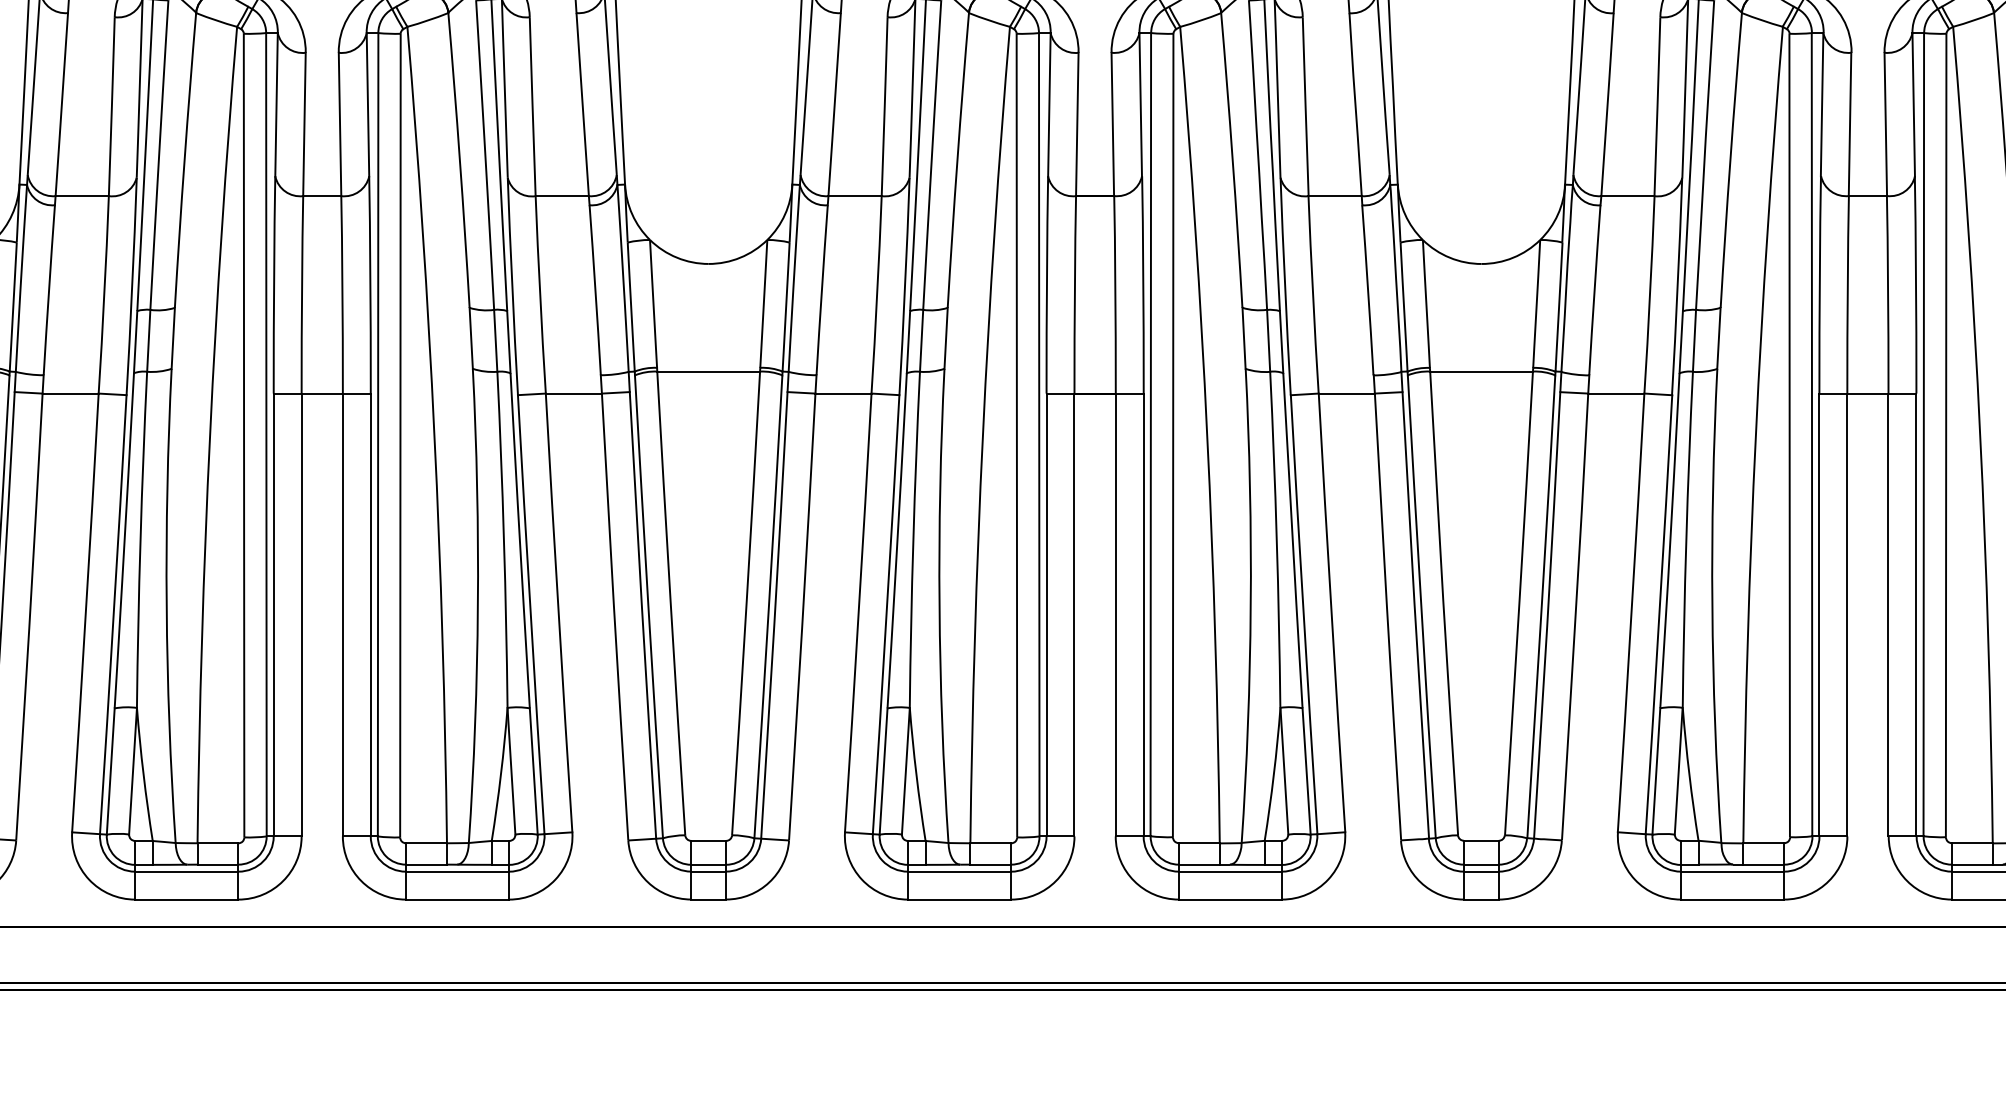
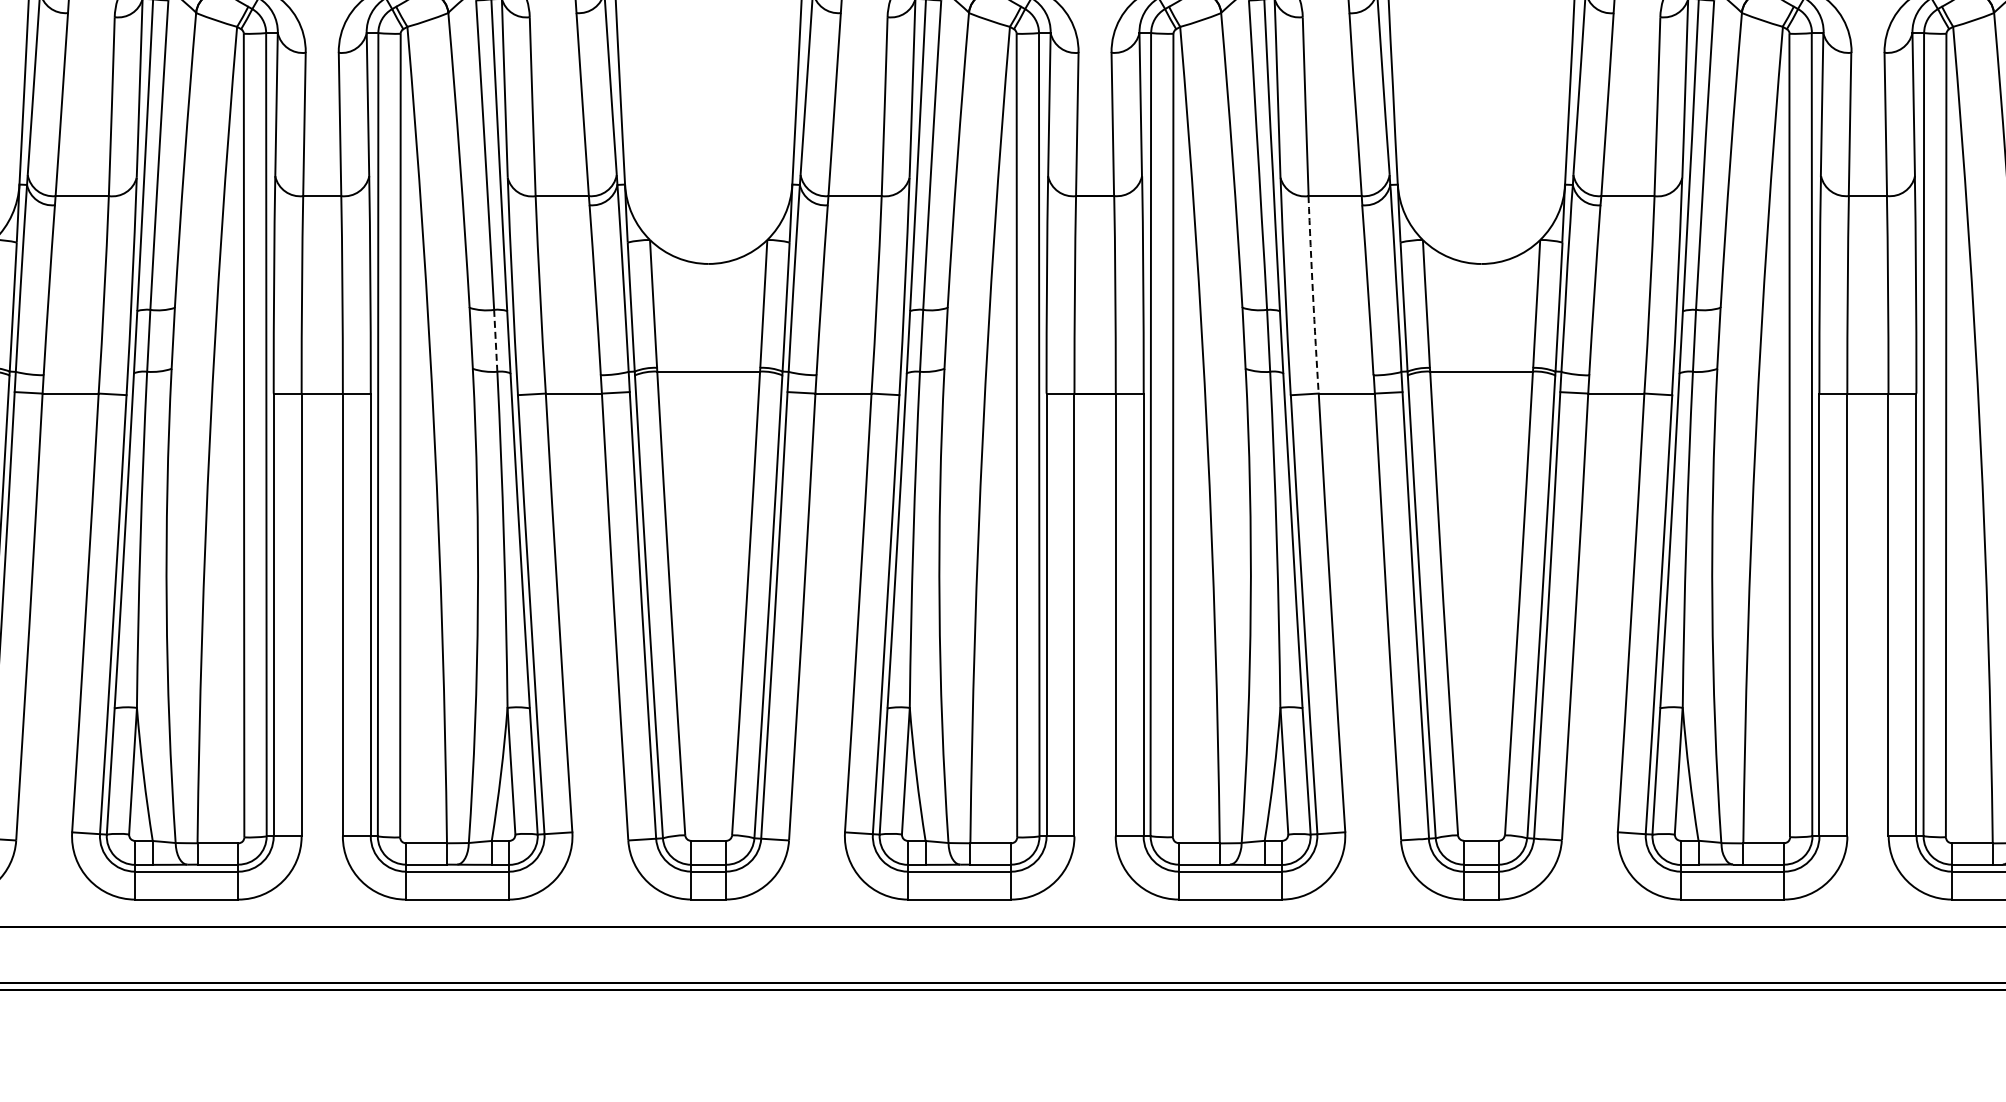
arc at (1313, 294): solid -> dashed
line at (495, 340): solid -> dashed
